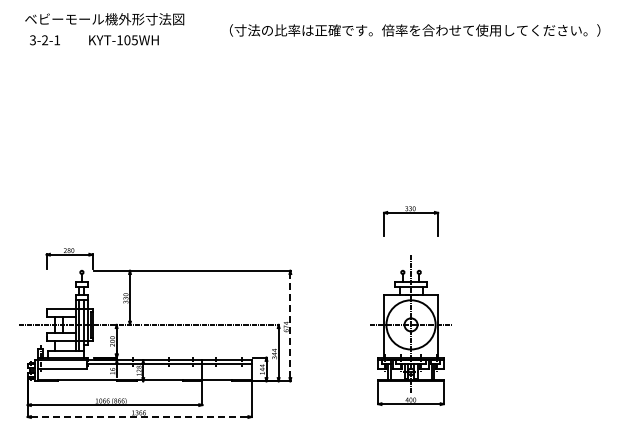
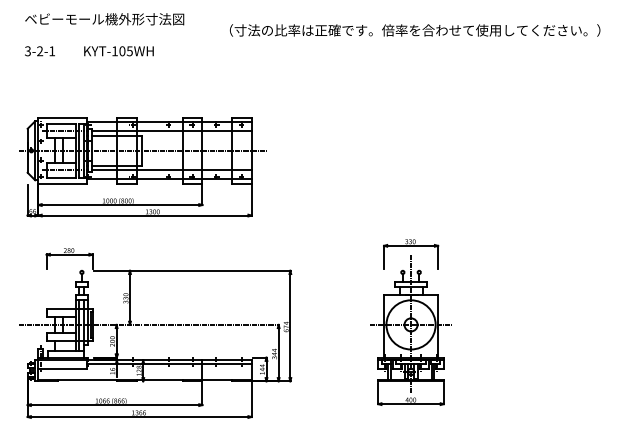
text at (94, 40) position: (94, 40) -> (89, 51)
part at (142, 167): none -> present
part at (411, 213) position: (411, 213) -> (411, 246)
line at (290, 326): dashed -> solid
line at (139, 417): dashed -> solid
